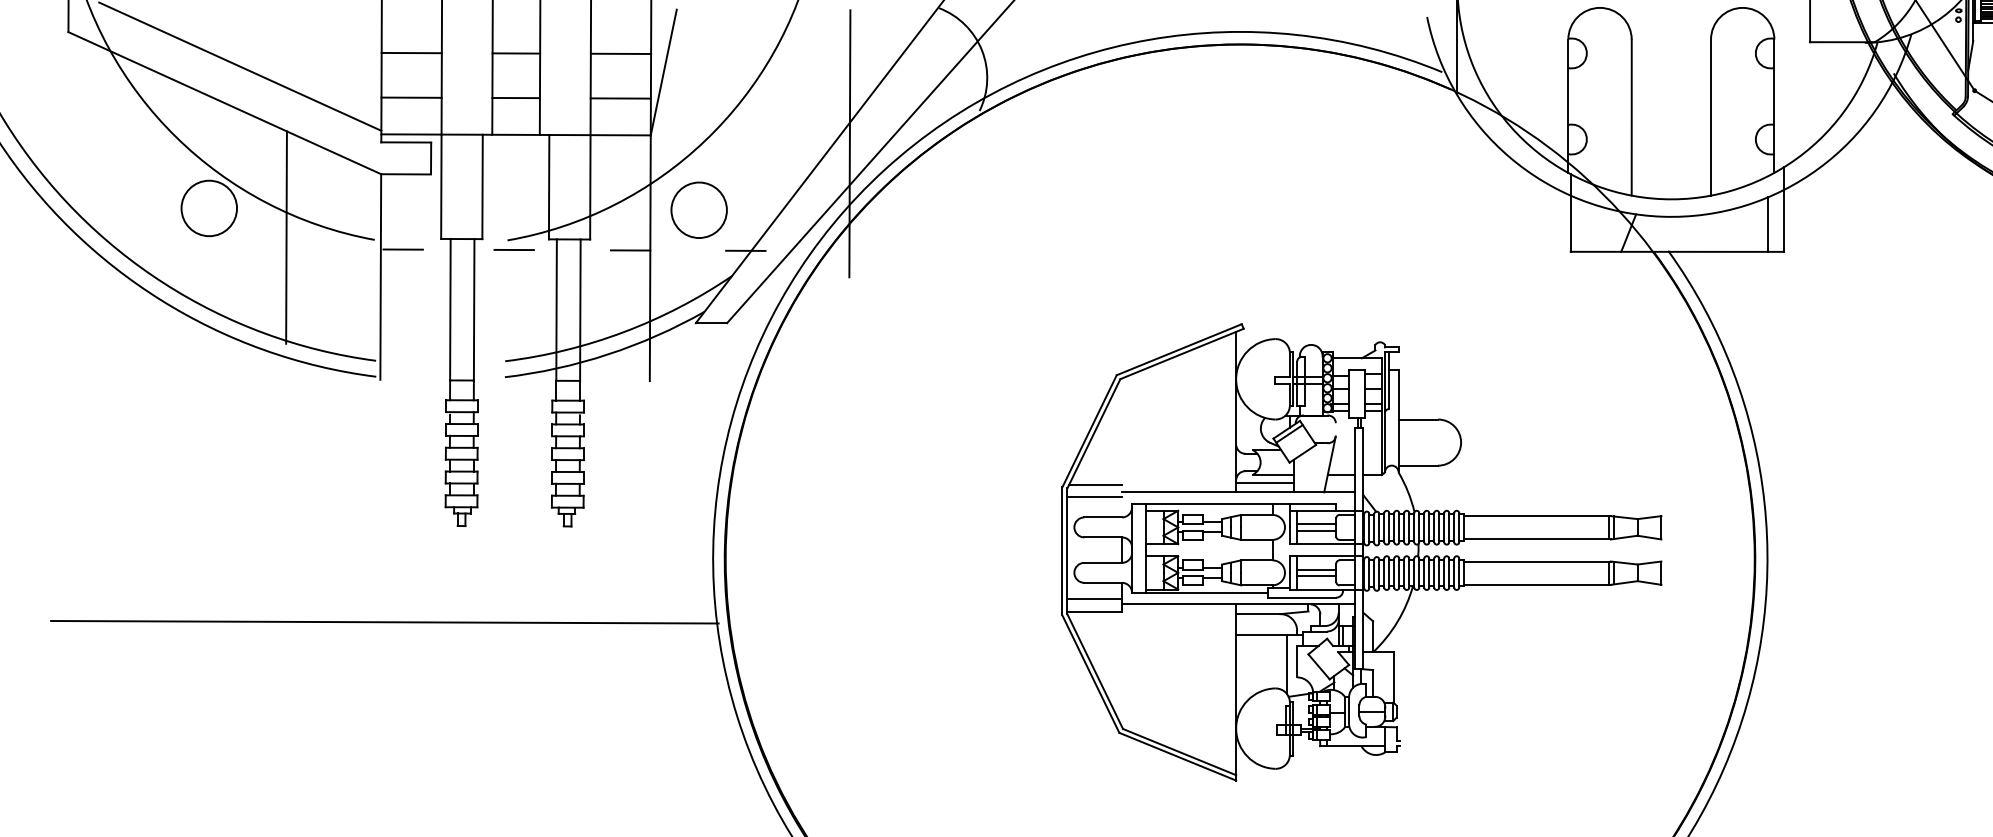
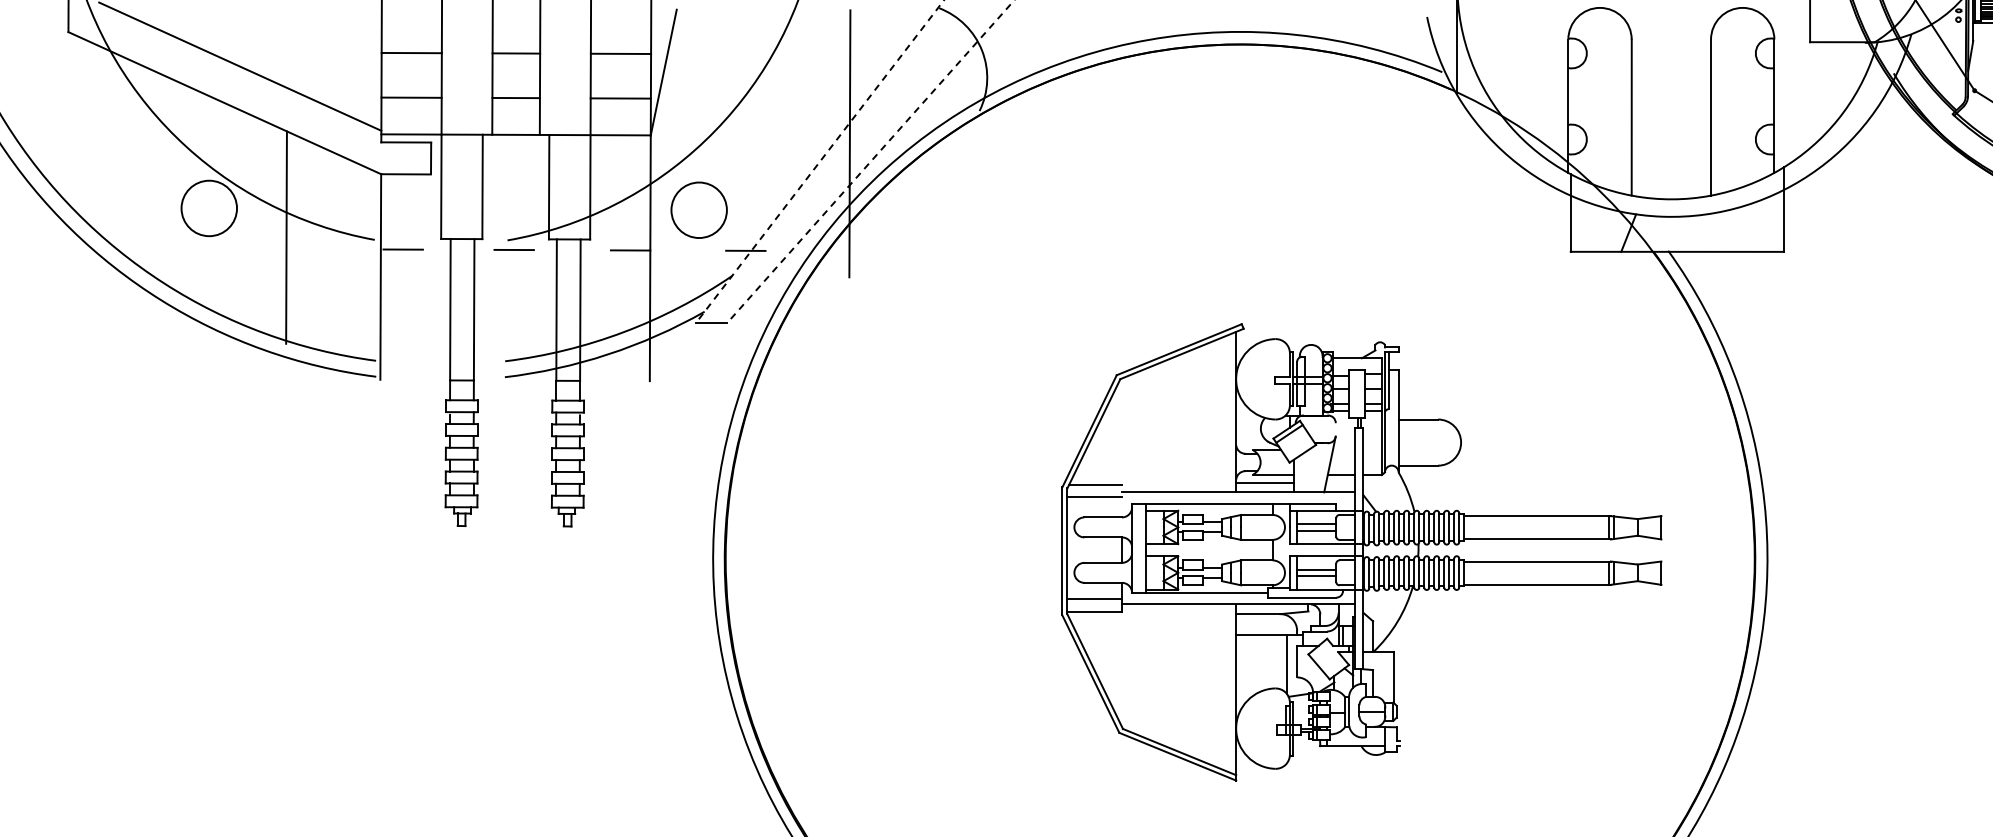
line at (870, 161): solid -> dashed
line at (819, 162): solid -> dashed
line at (1767, 224): present -> none
line at (384, 622): present -> none
